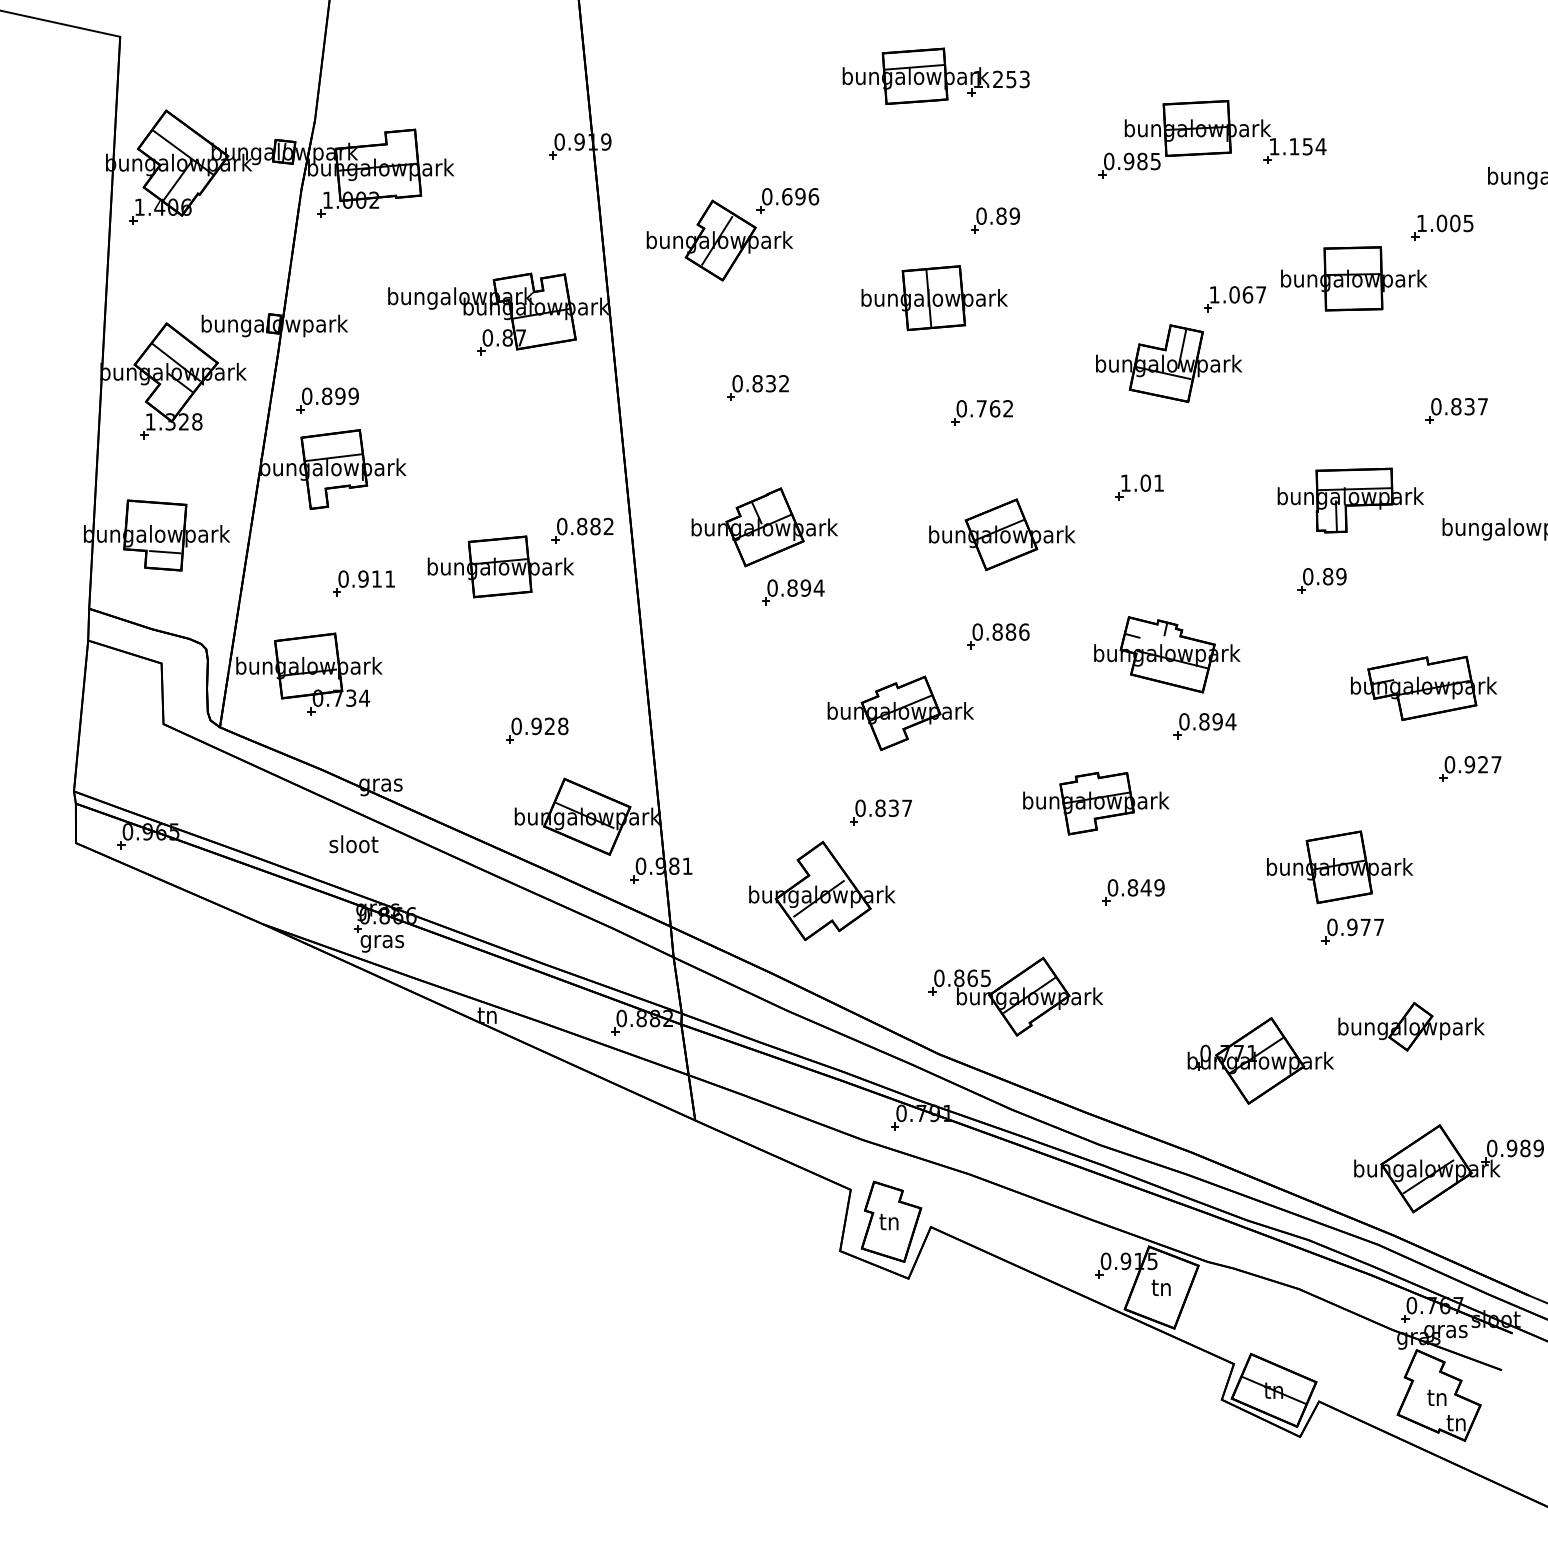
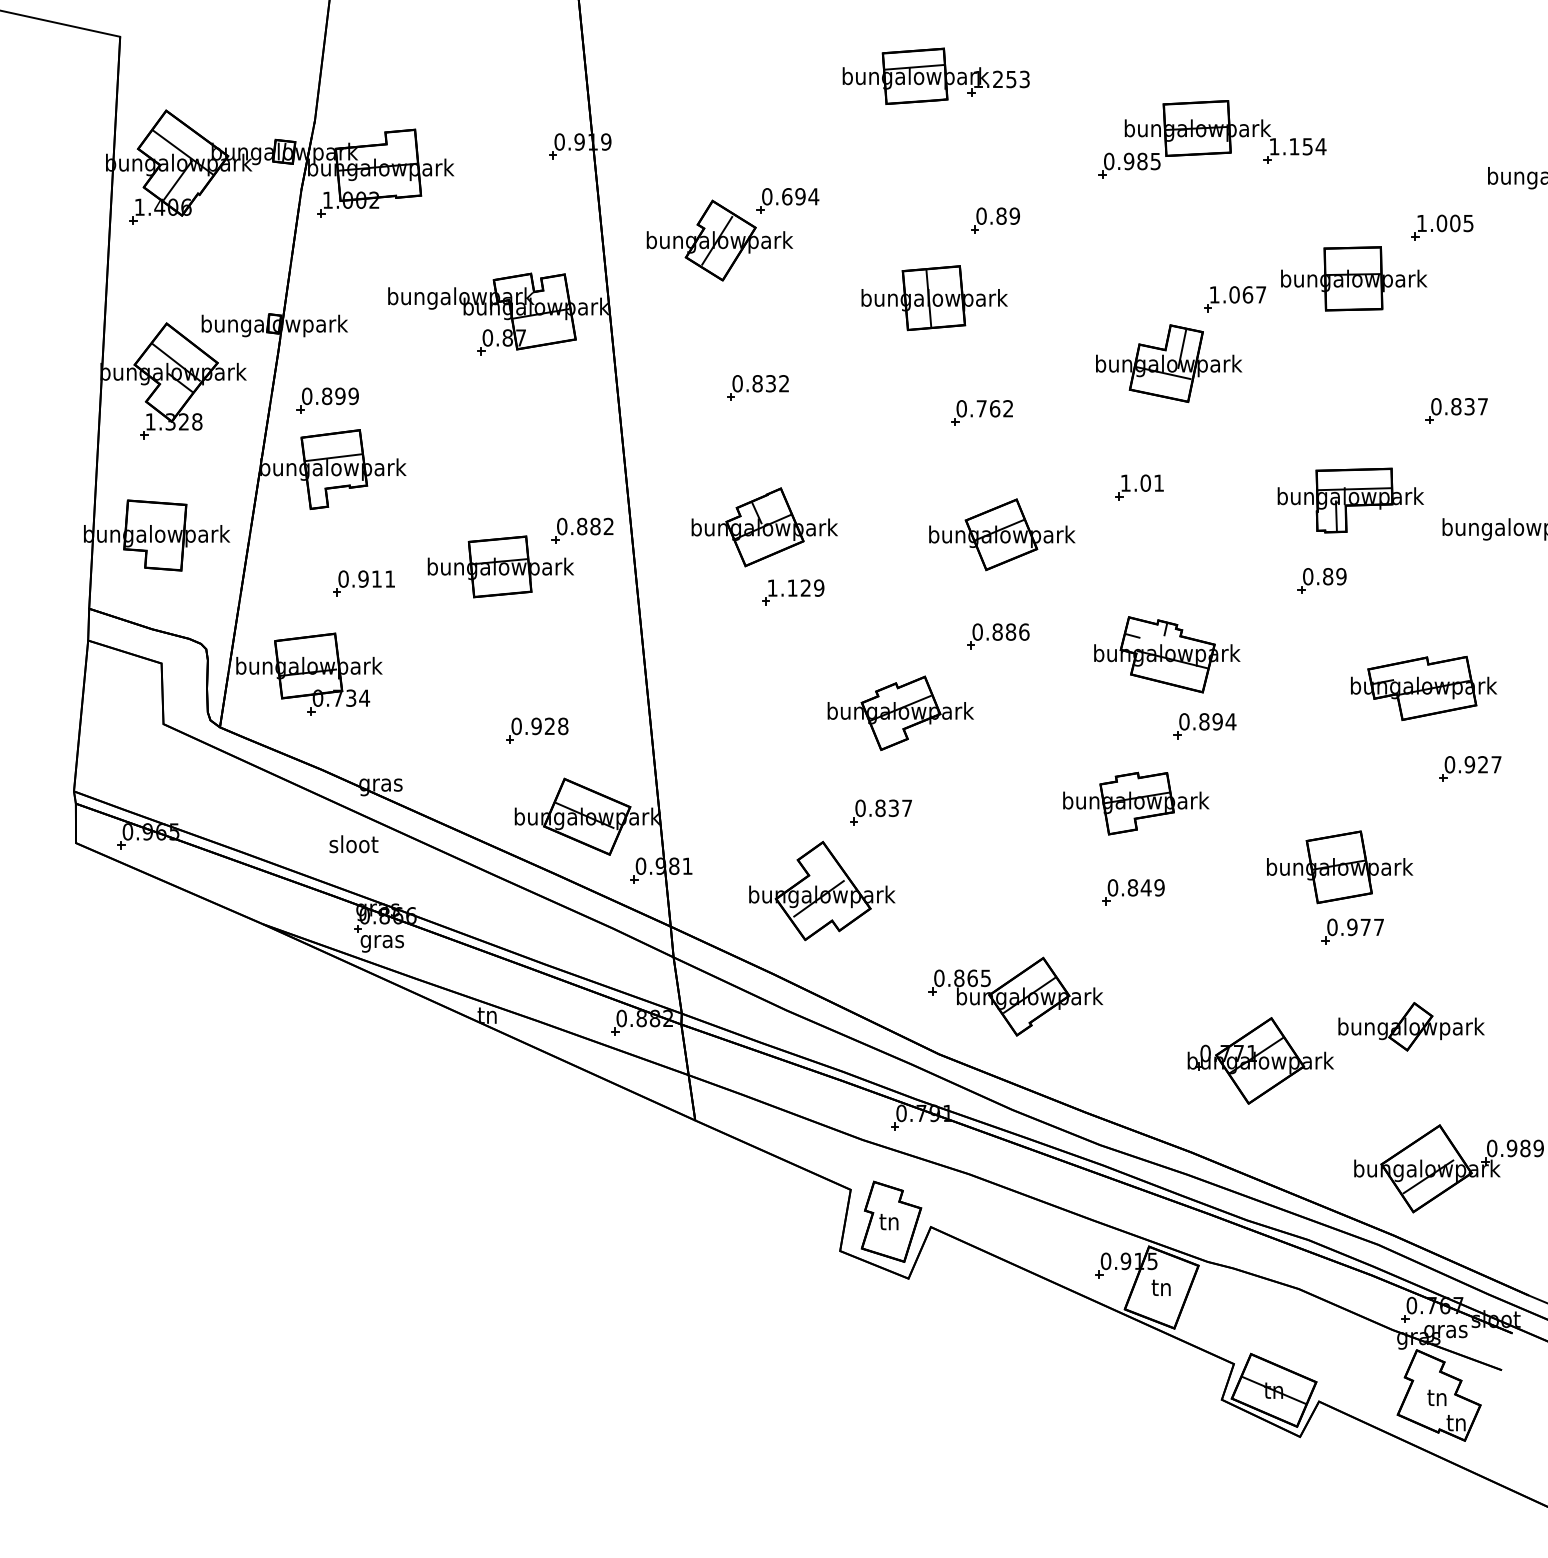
text at (813, 196): 0.696 -> 0.694
line at (165, 552): present -> none
text at (795, 587): 0.894 -> 1.129
part at (1096, 803) position: (1096, 803) -> (1136, 803)
